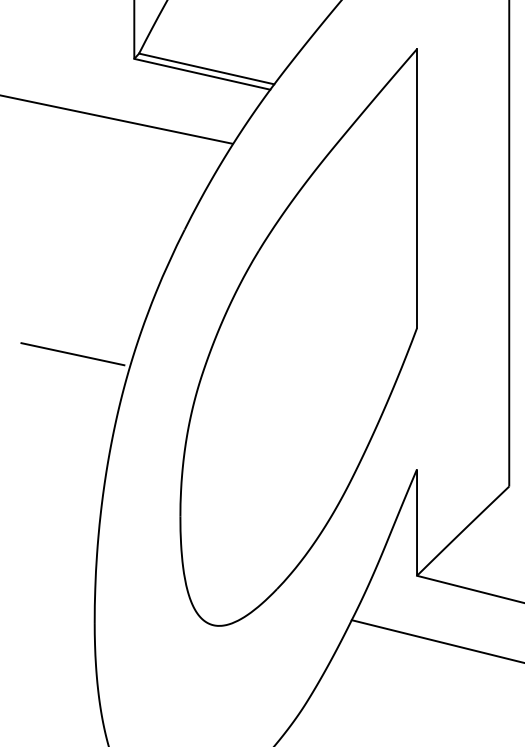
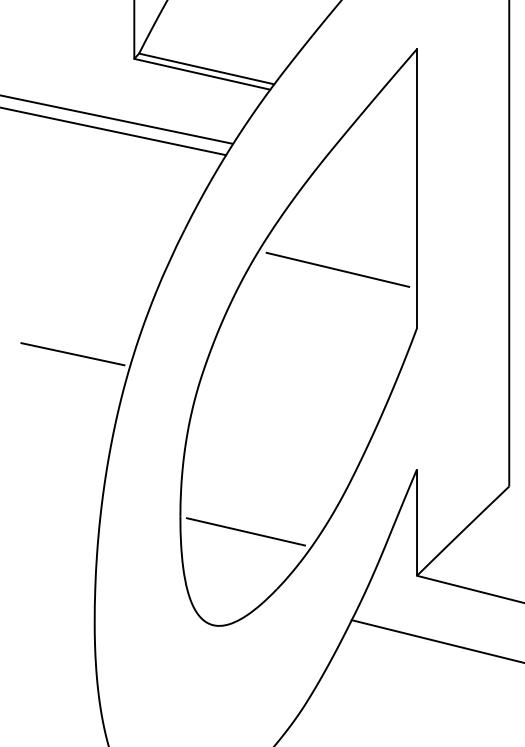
line at (114, 131): none -> present
line at (337, 269): none -> present
line at (245, 531): none -> present
